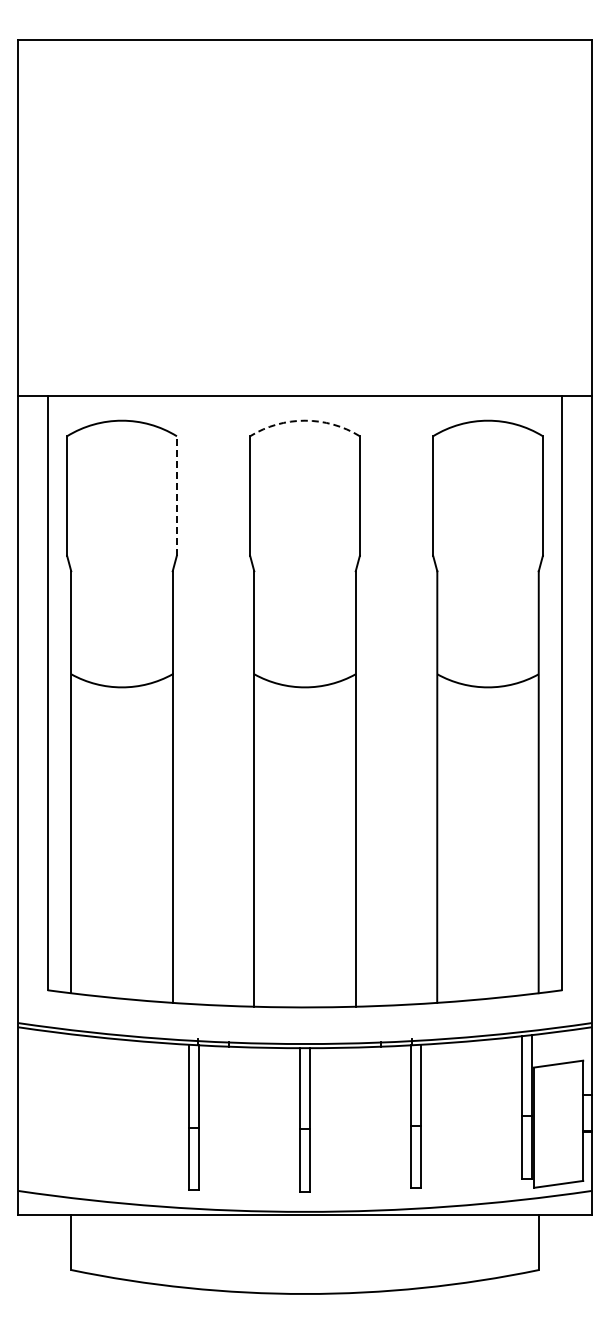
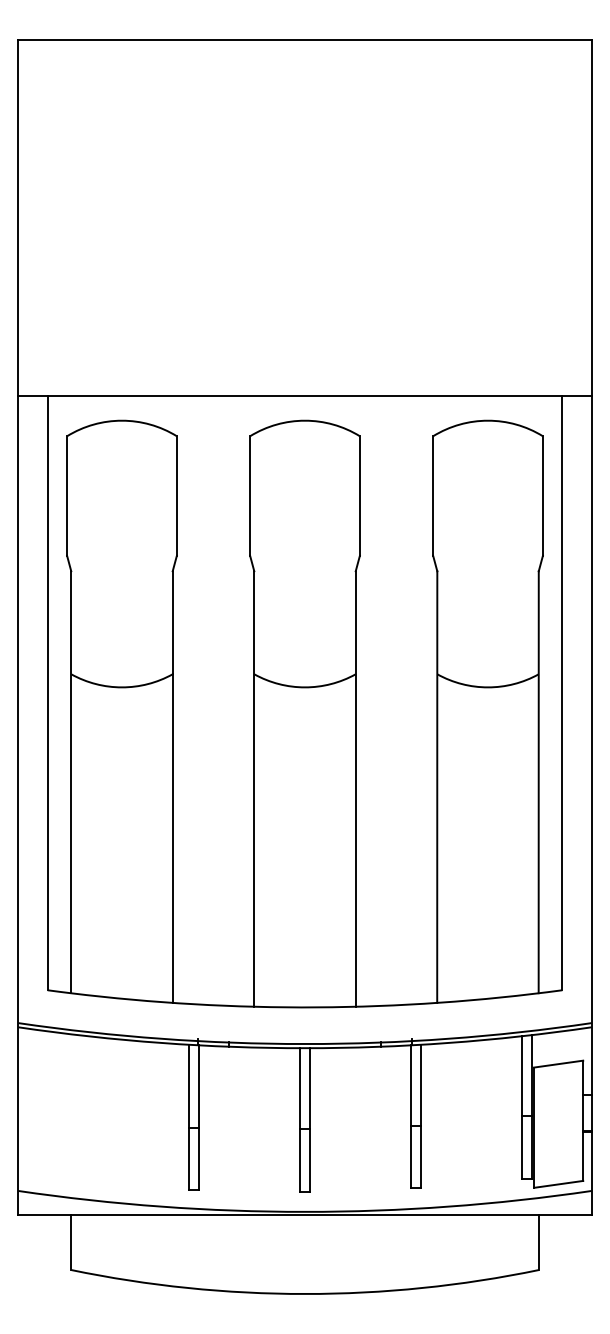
arc at (305, 420): dashed -> solid
line at (176, 496): dashed -> solid
